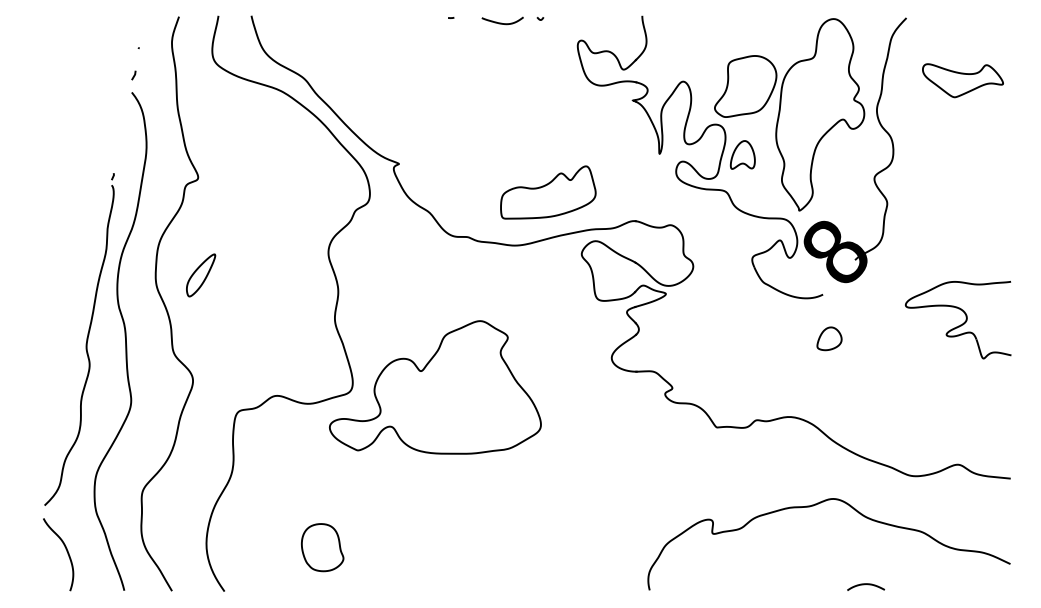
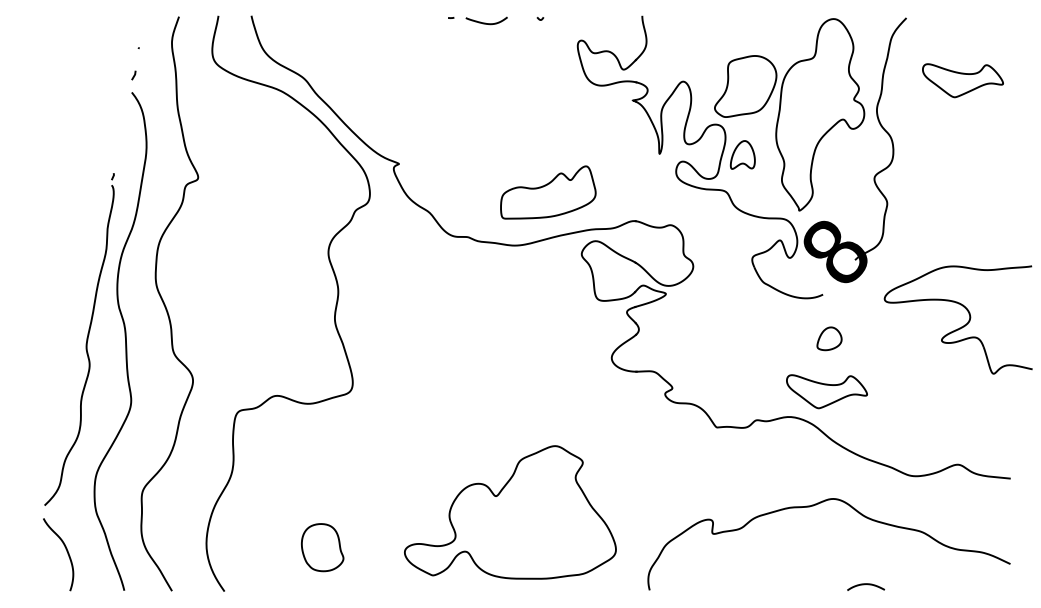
curve at (501, 22) position: (501, 22) -> (485, 22)
part at (201, 275): present -> none
part at (958, 320) size: 107x79 px -> 150x110 px
part at (435, 387) position: (435, 387) -> (510, 512)
part at (826, 391): none -> present
